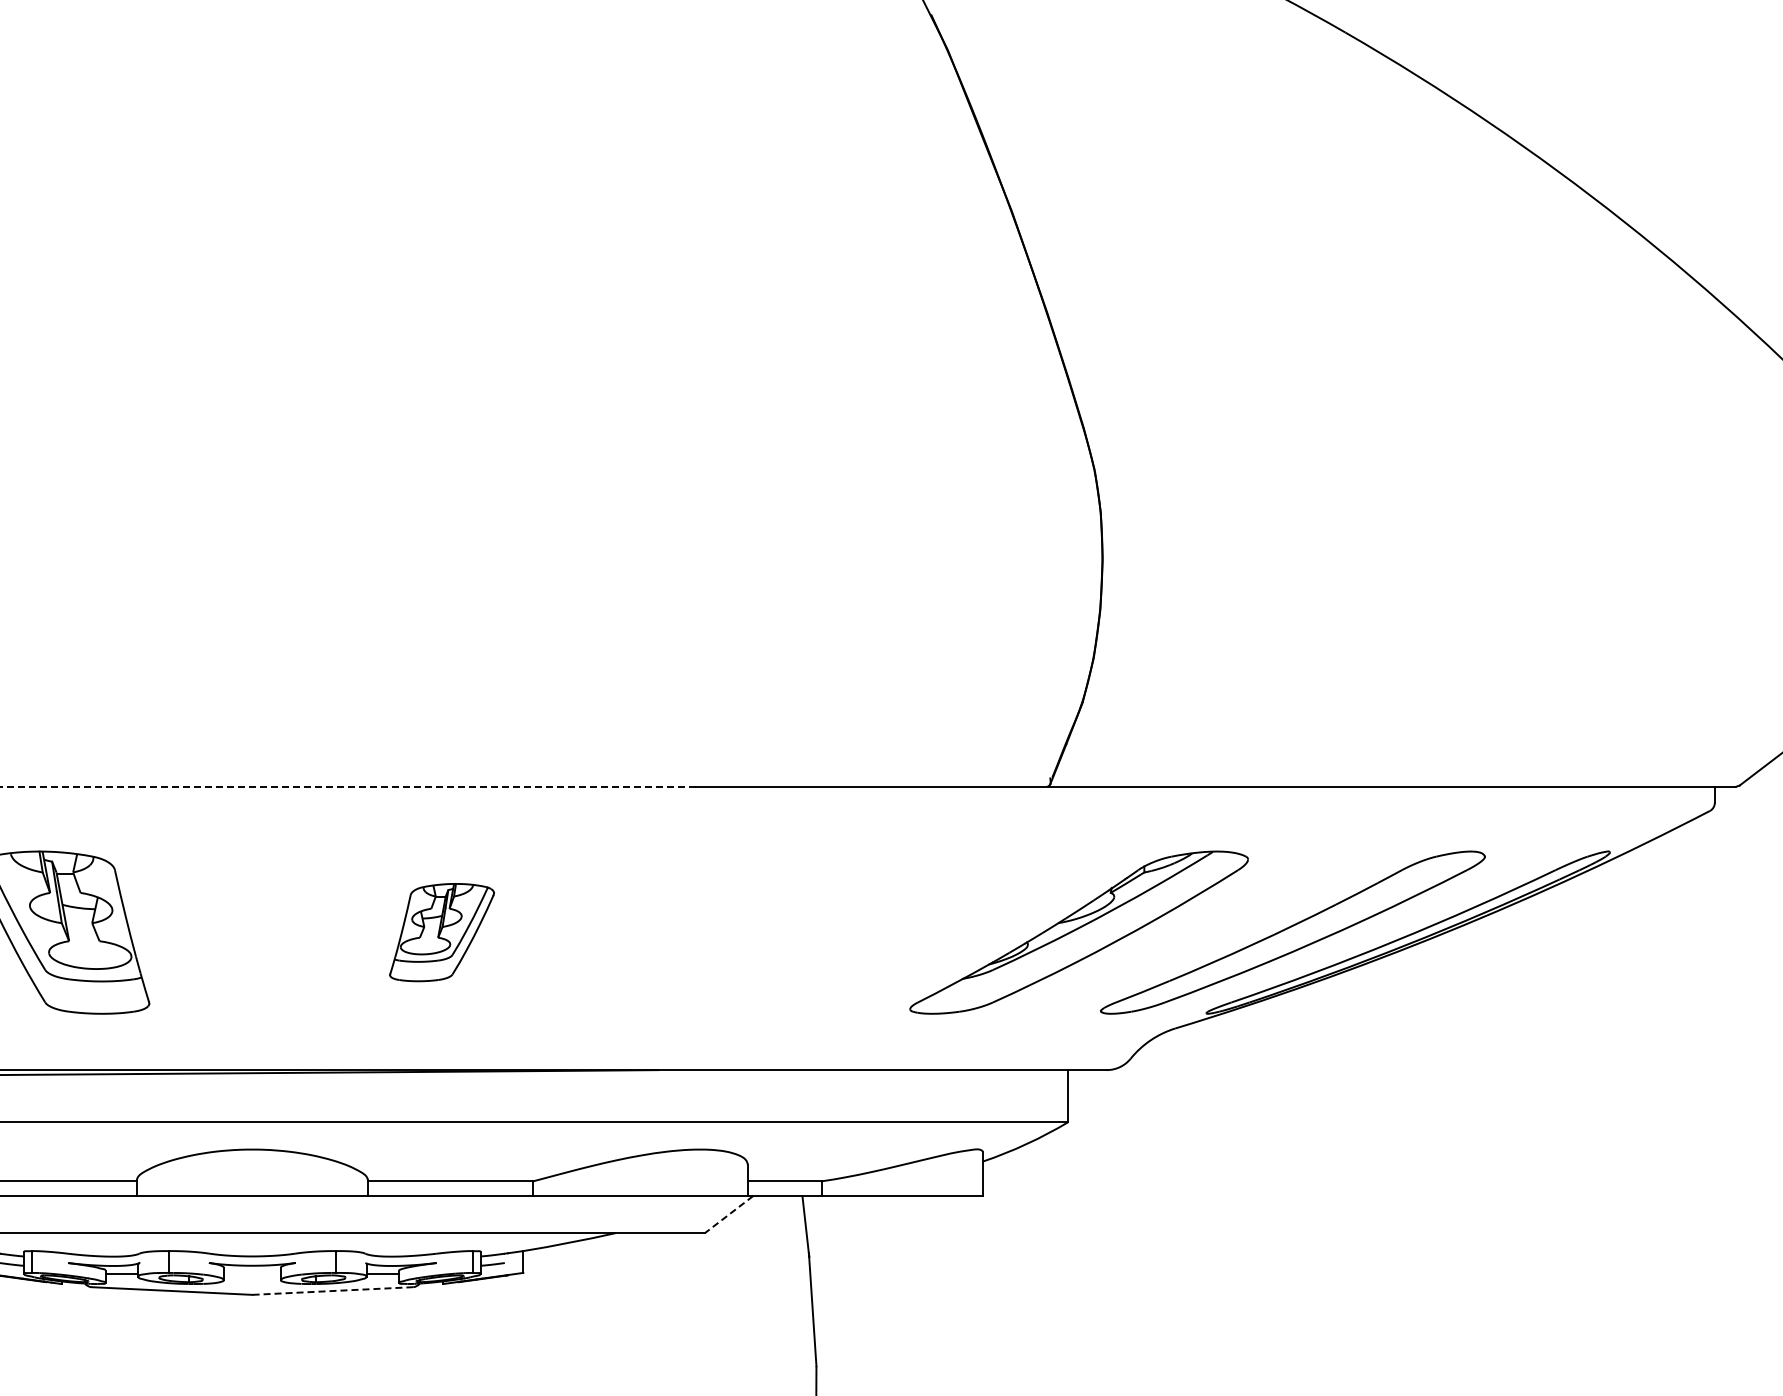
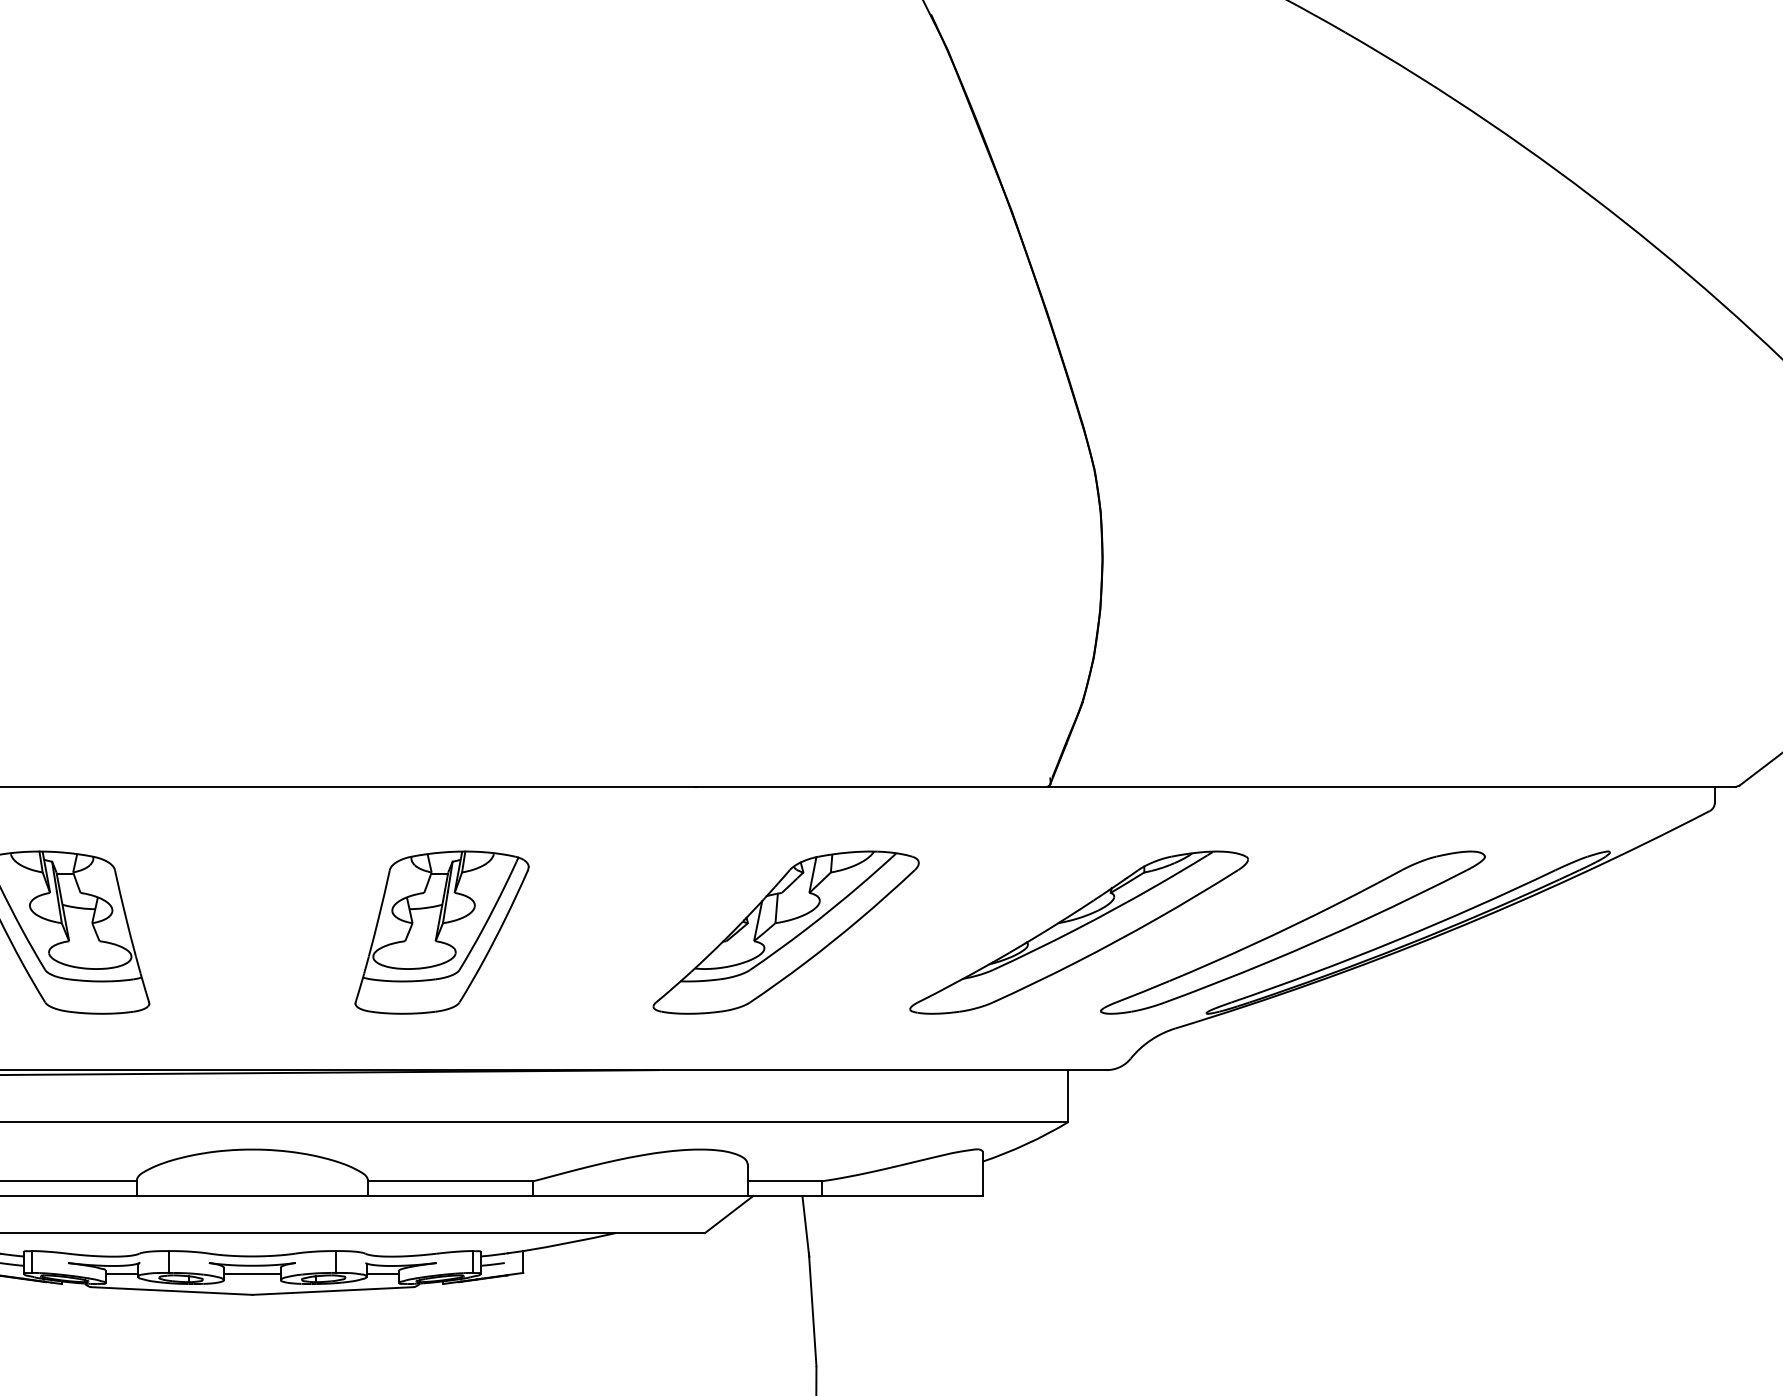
line at (348, 786): dashed -> solid
part at (441, 932) size: 106x100 px -> 176x165 px
part at (785, 932): none -> present
line at (728, 1214): dashed -> solid
line at (251, 1273): none -> present
line at (332, 1291): dashed -> solid
